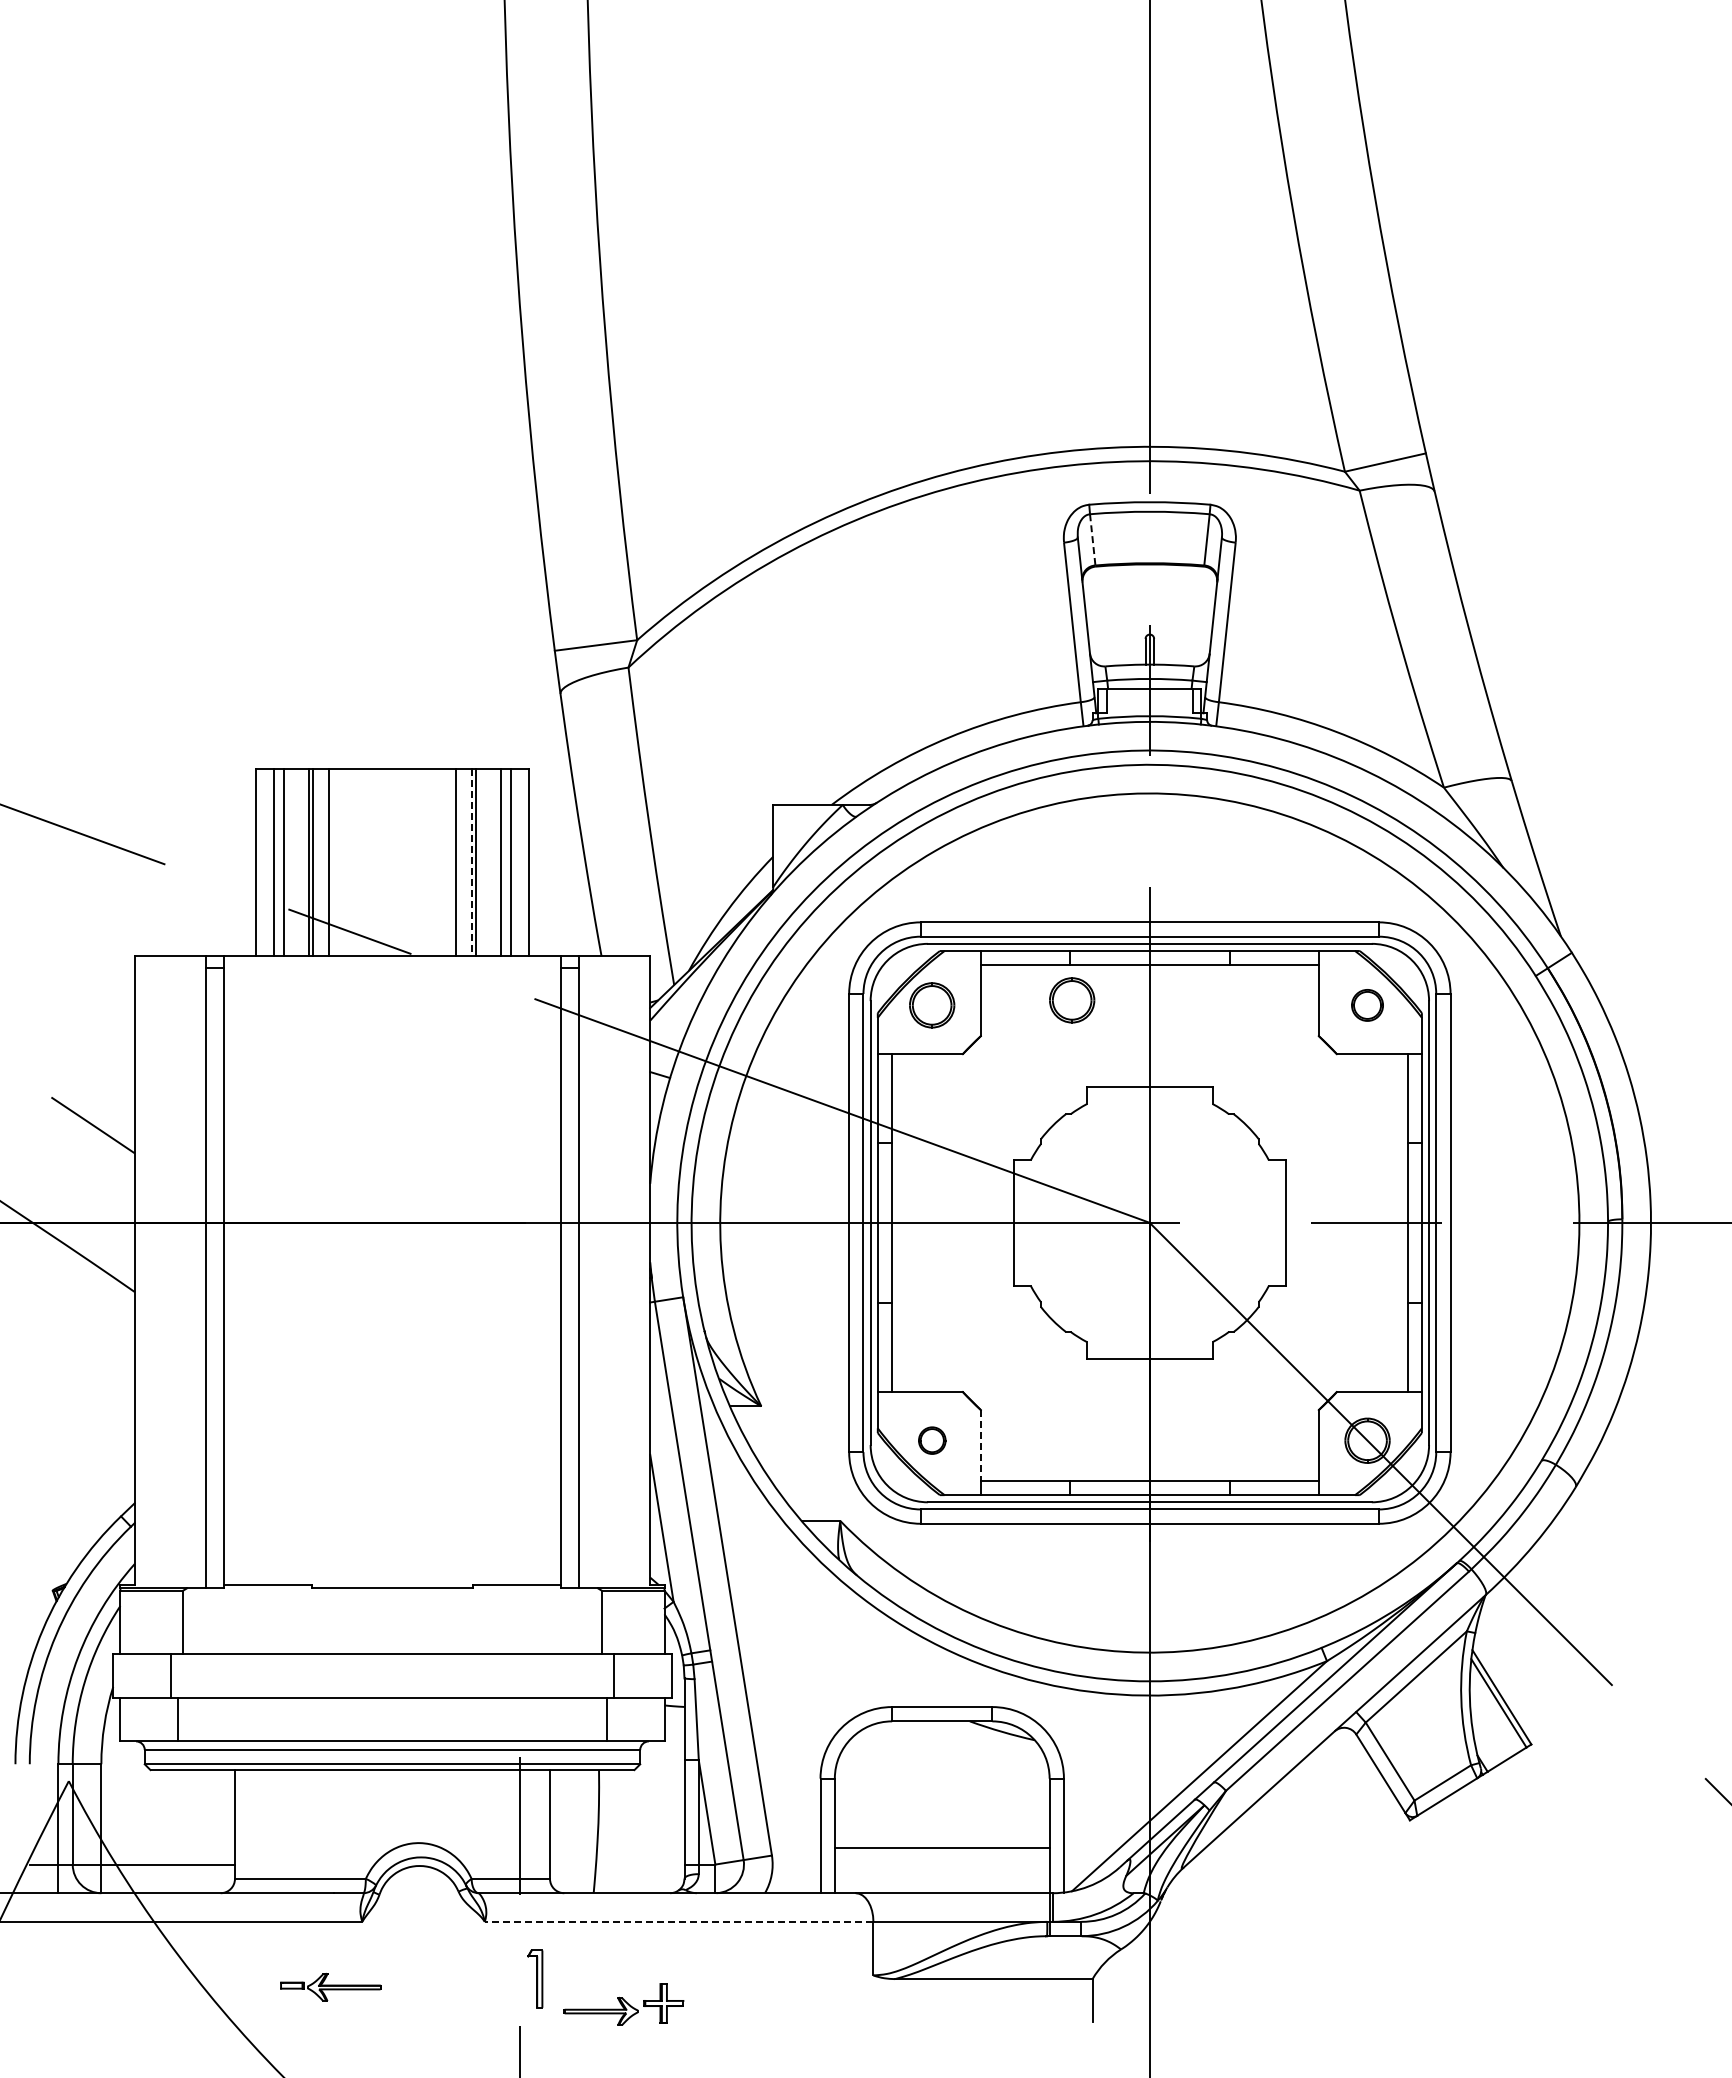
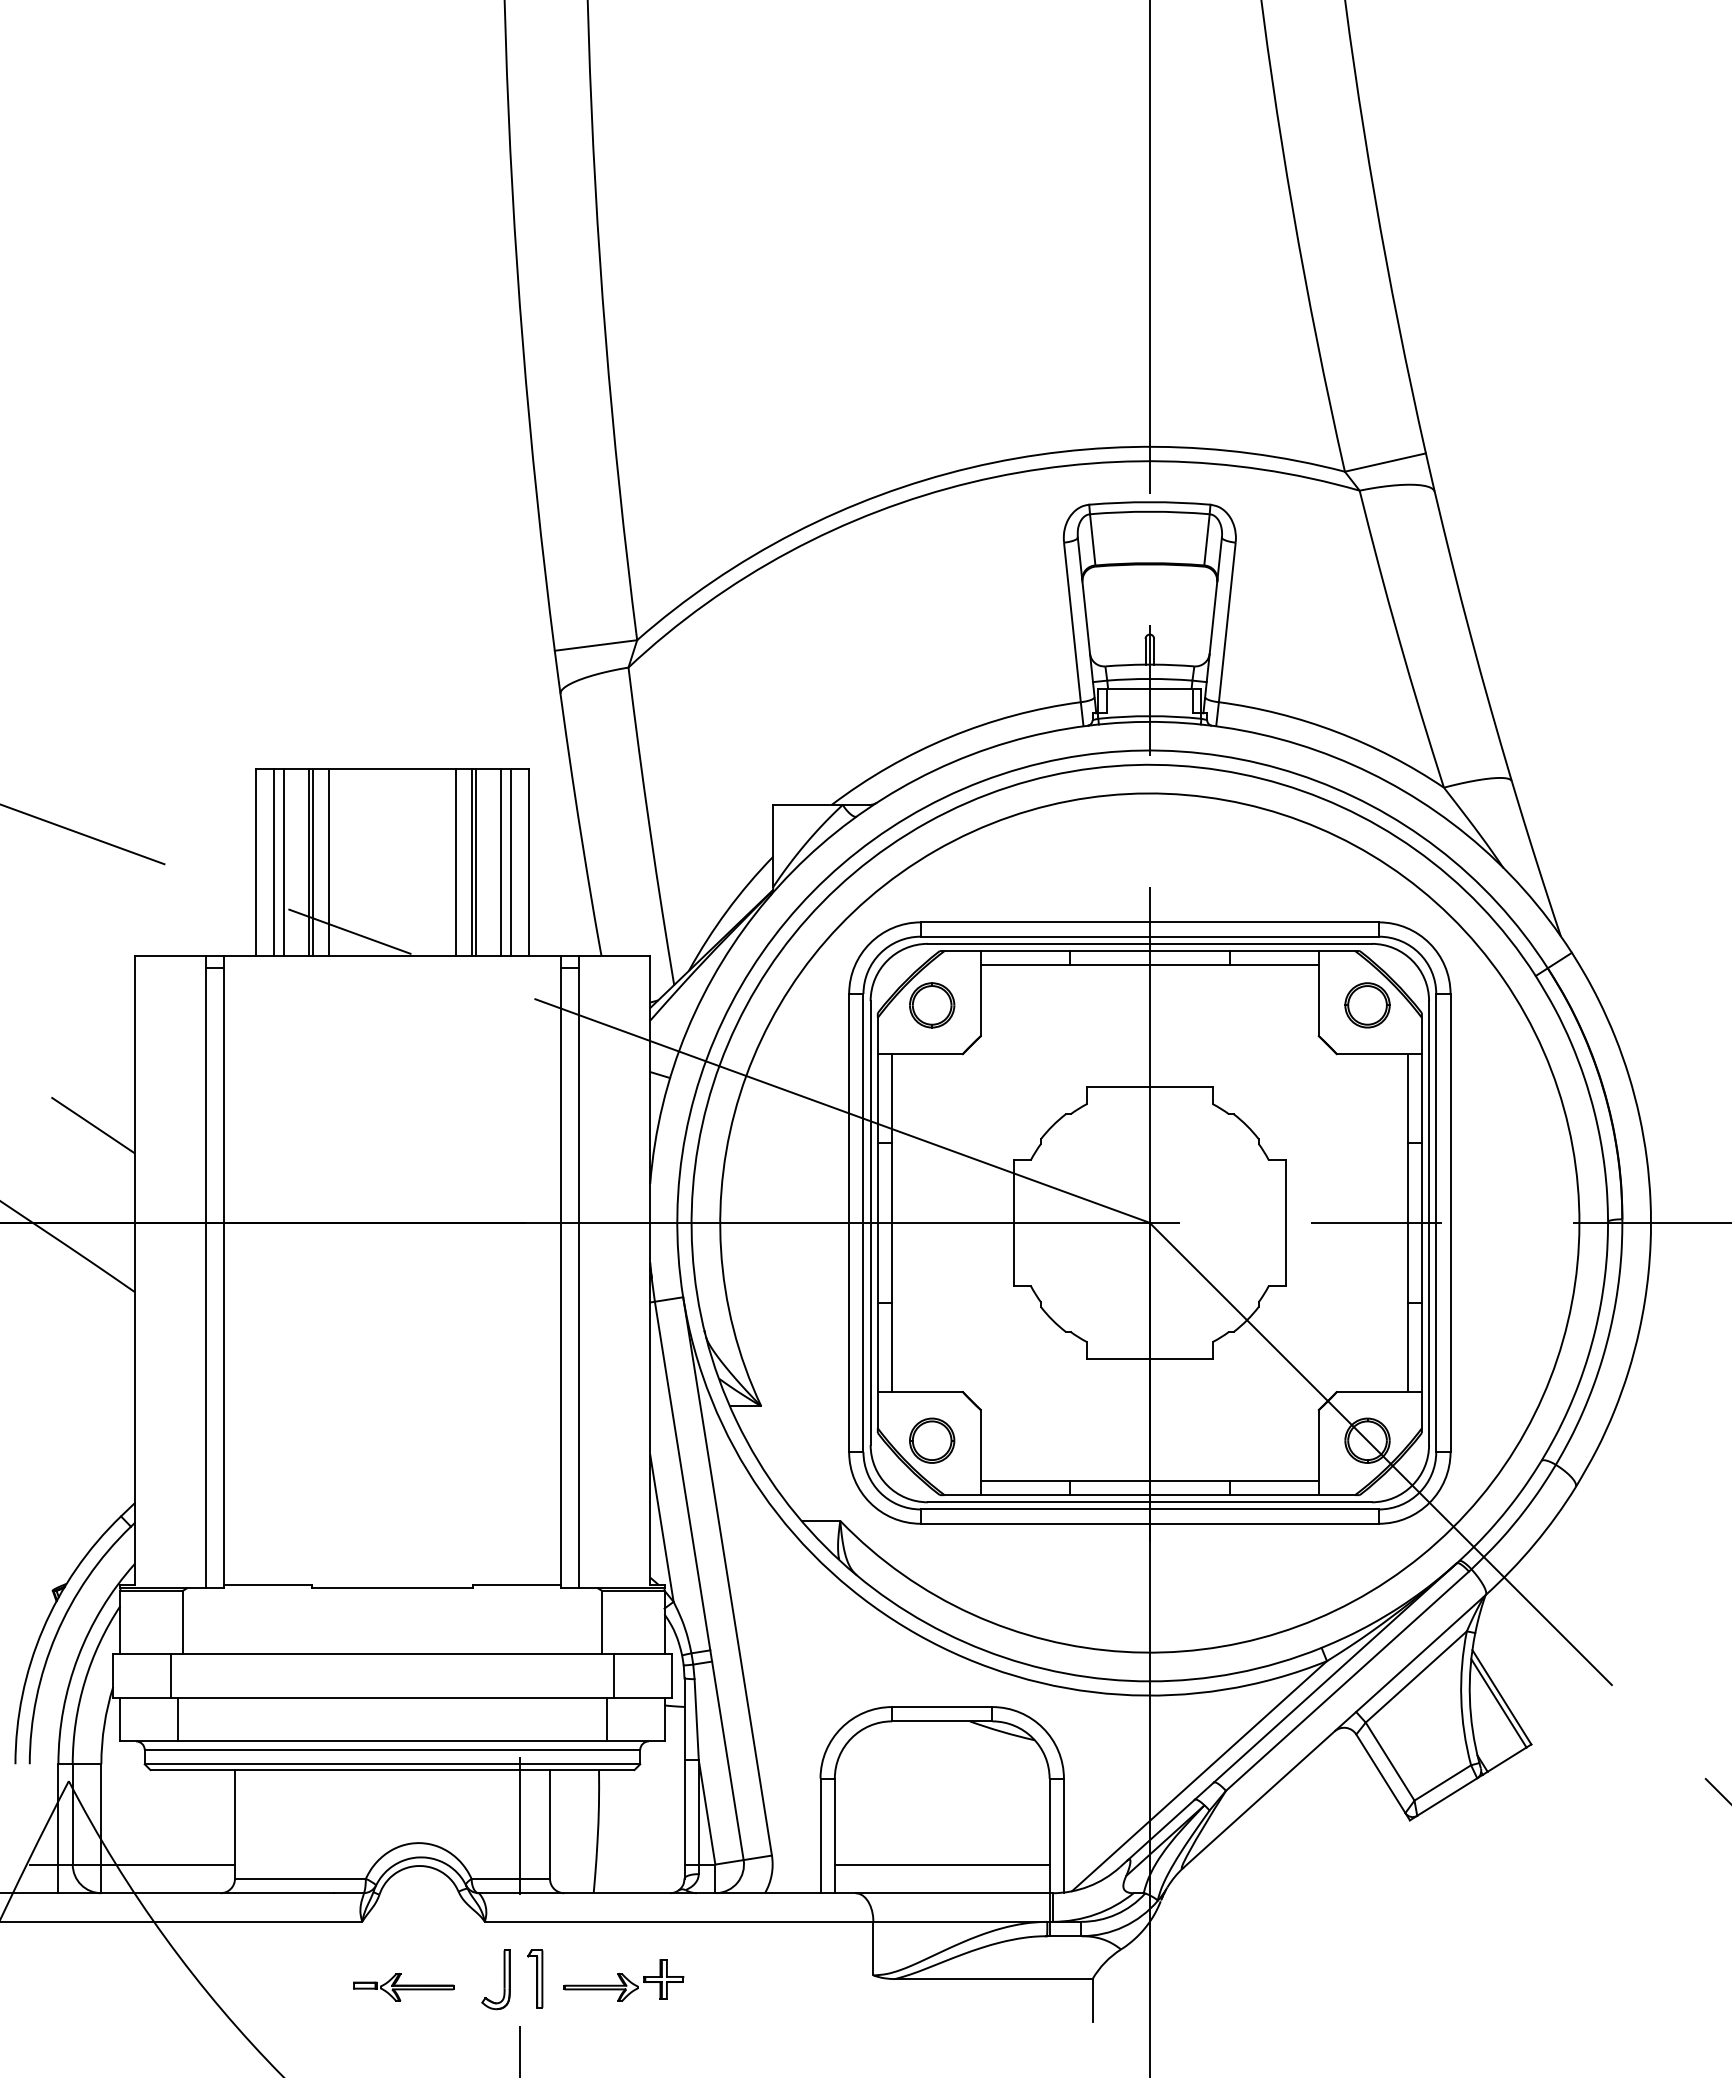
line at (1092, 539): dashed -> solid
line at (471, 862): dashed -> solid
part at (1072, 1000): present -> none
part at (1367, 1005) size: 33x33 px -> 47x47 px
part at (932, 1440) size: 29x29 px -> 47x47 px
line at (980, 1445): dashed -> solid
line at (941, 1847) position: (941, 1847) -> (941, 1864)
line at (678, 1921): dashed -> solid
part at (503, 1979): none -> present
part at (330, 1987) position: (330, 1987) -> (403, 1987)
part at (623, 2004) position: (623, 2004) -> (623, 1980)
